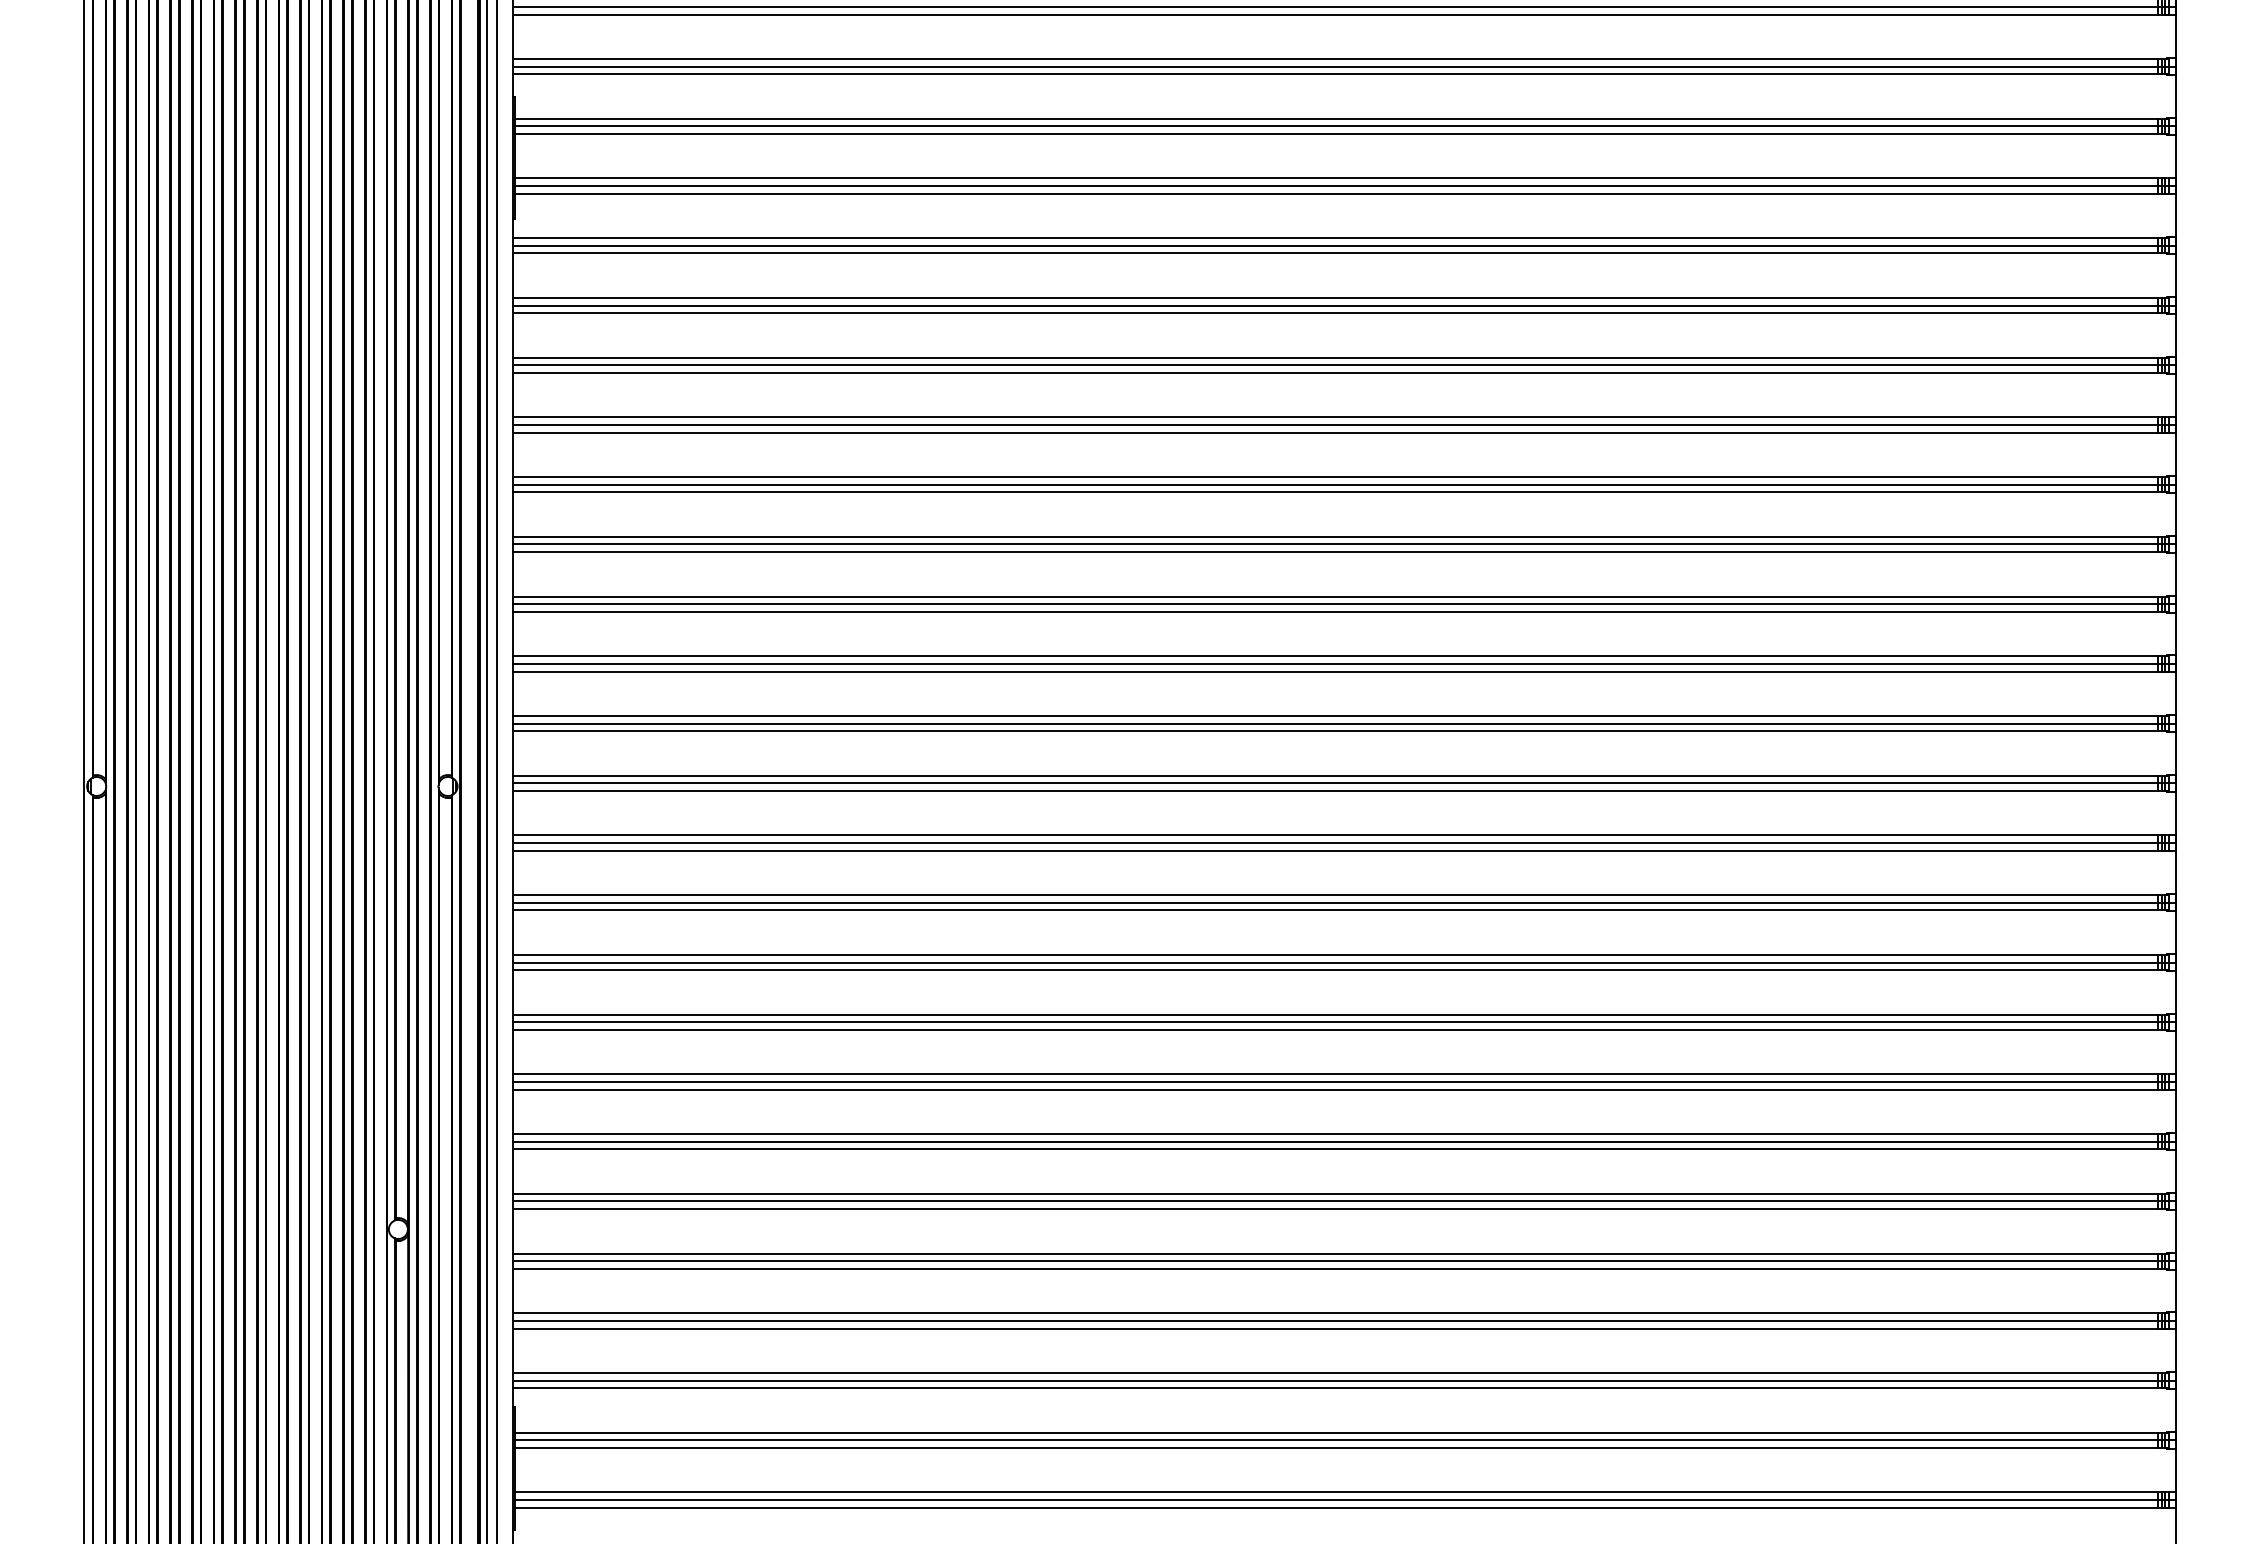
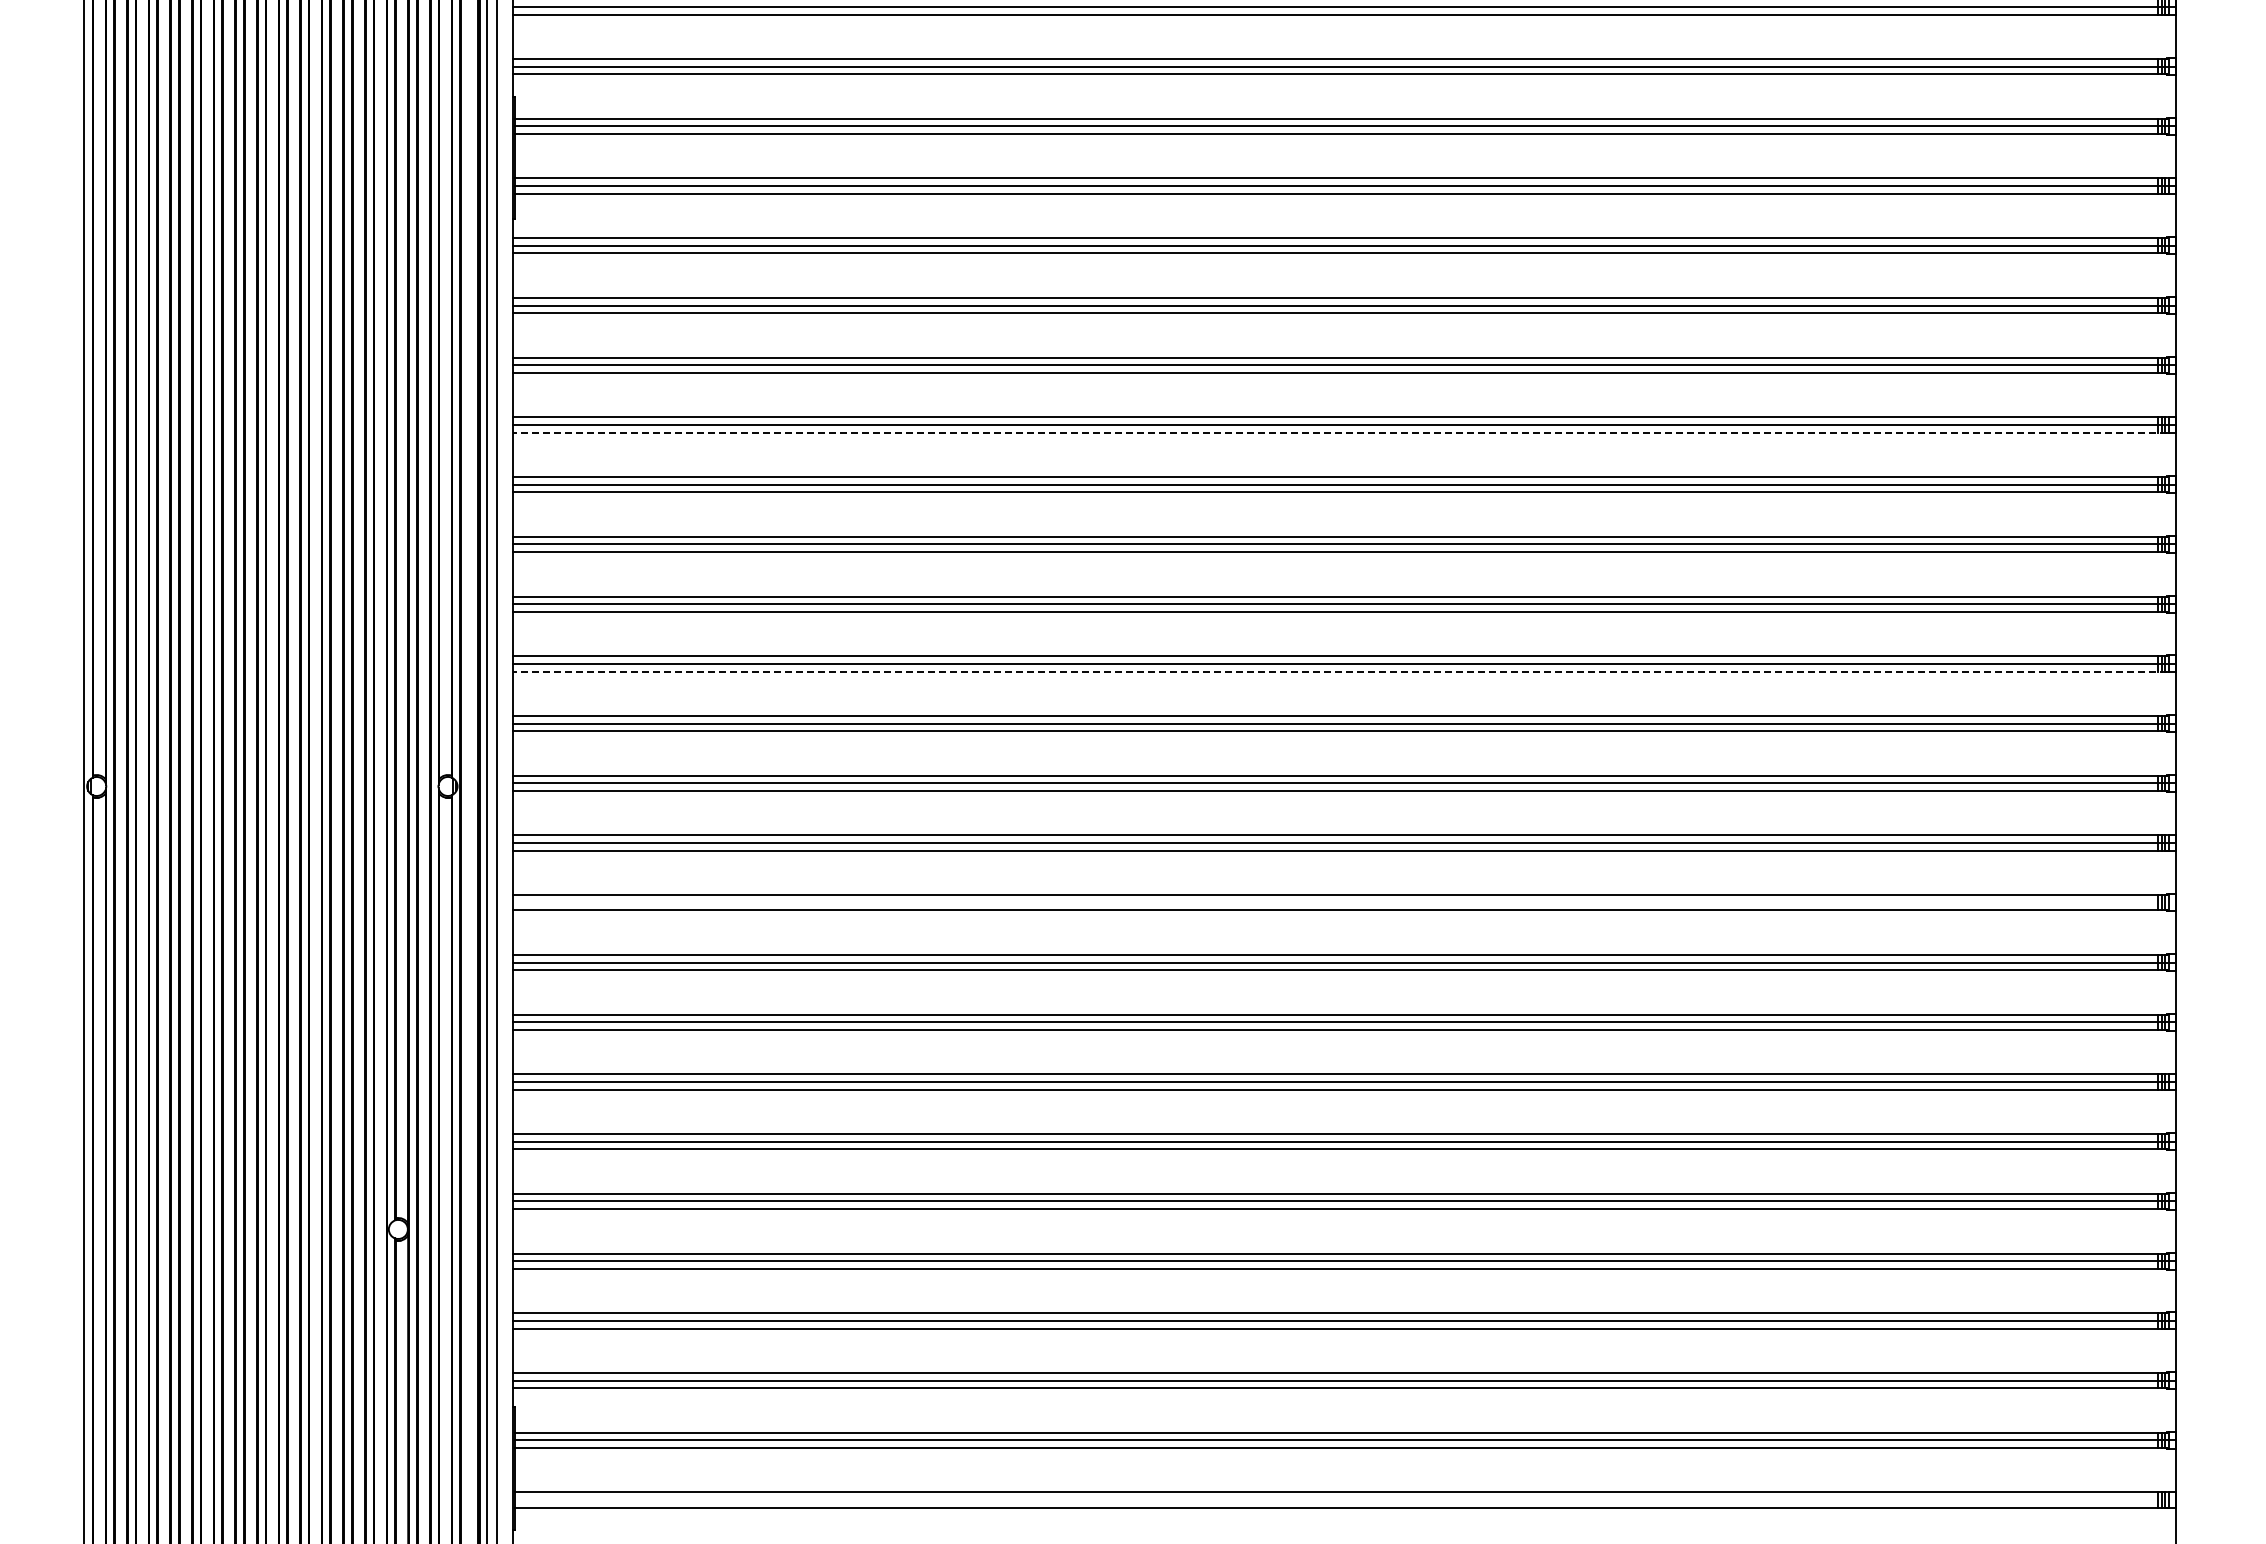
line at (1339, 432): solid -> dashed
line at (1339, 671): solid -> dashed
line at (1344, 902): present -> none
line at (1345, 1500): present -> none
